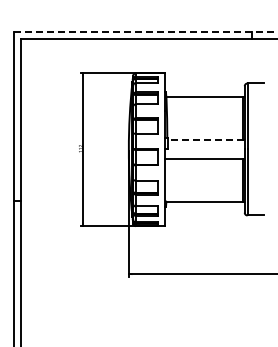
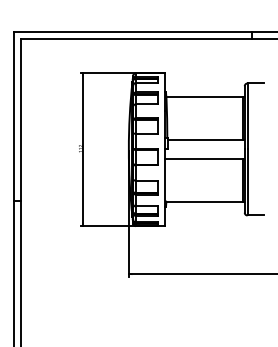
line at (145, 32): dashed -> solid
line at (205, 139): dashed -> solid
